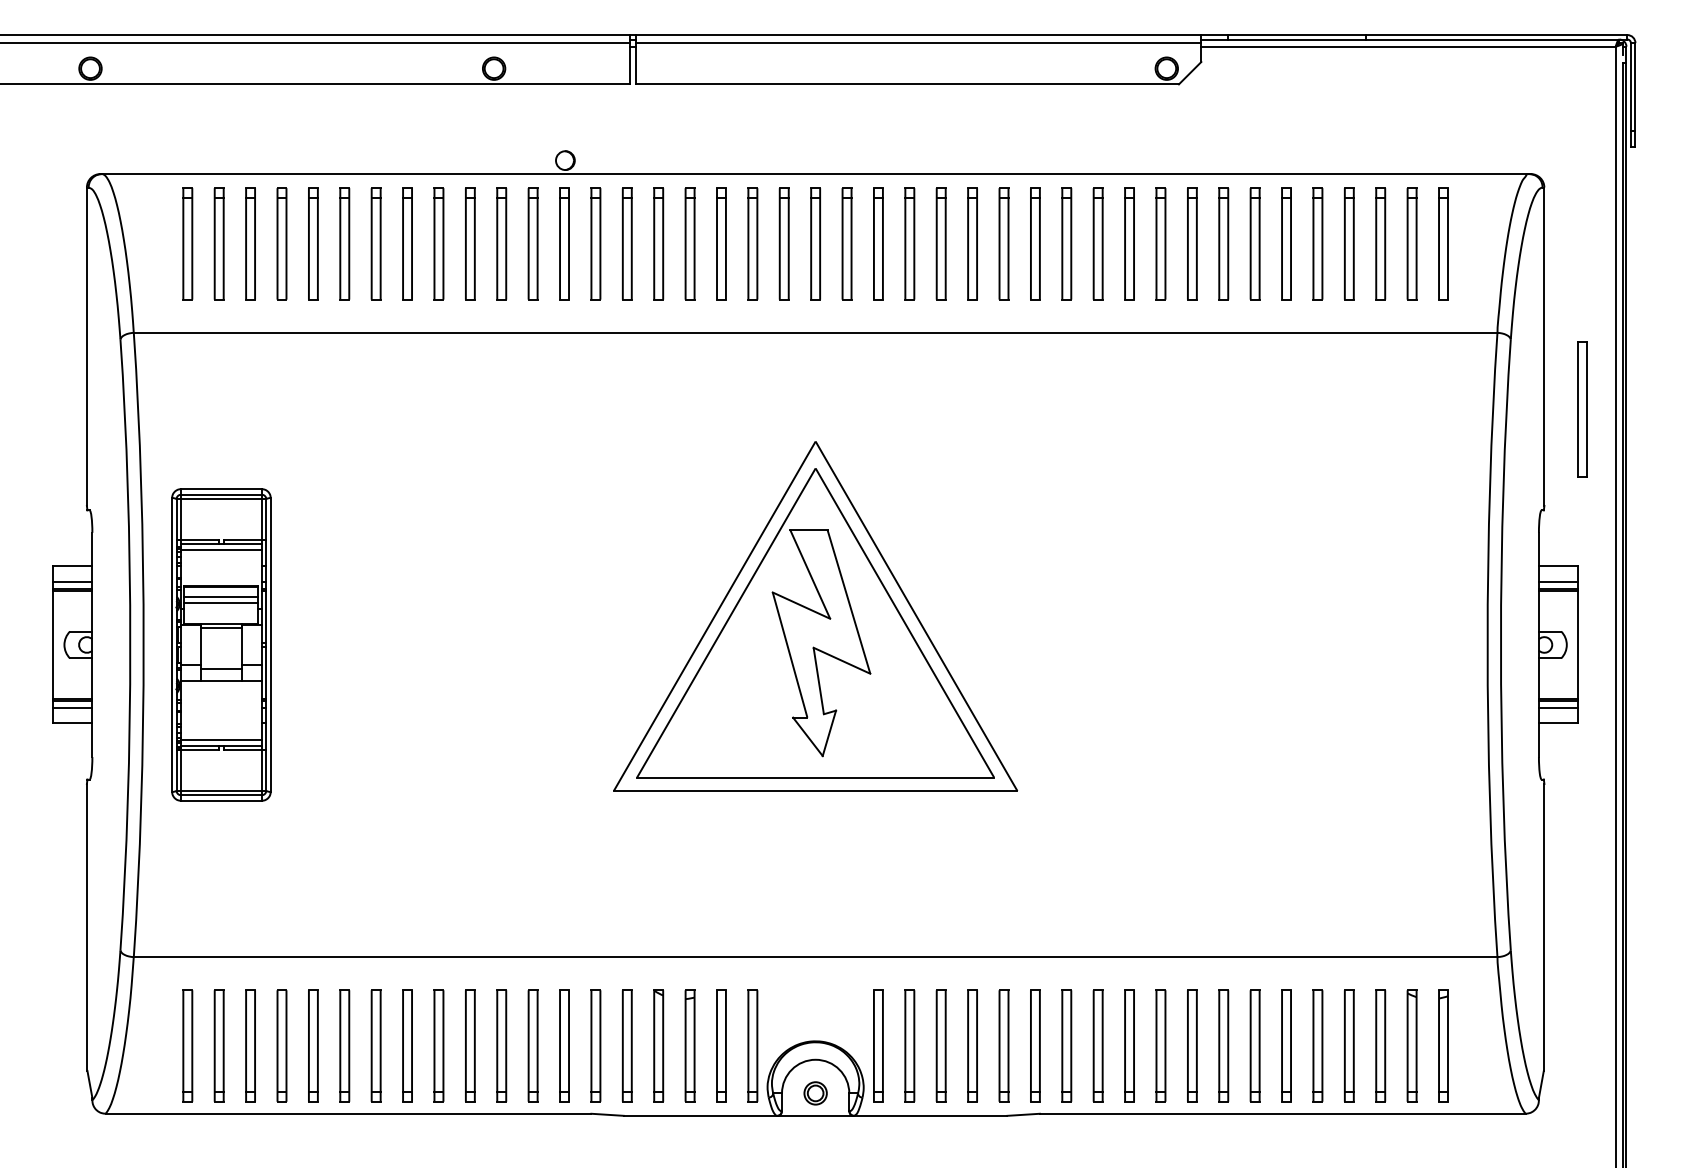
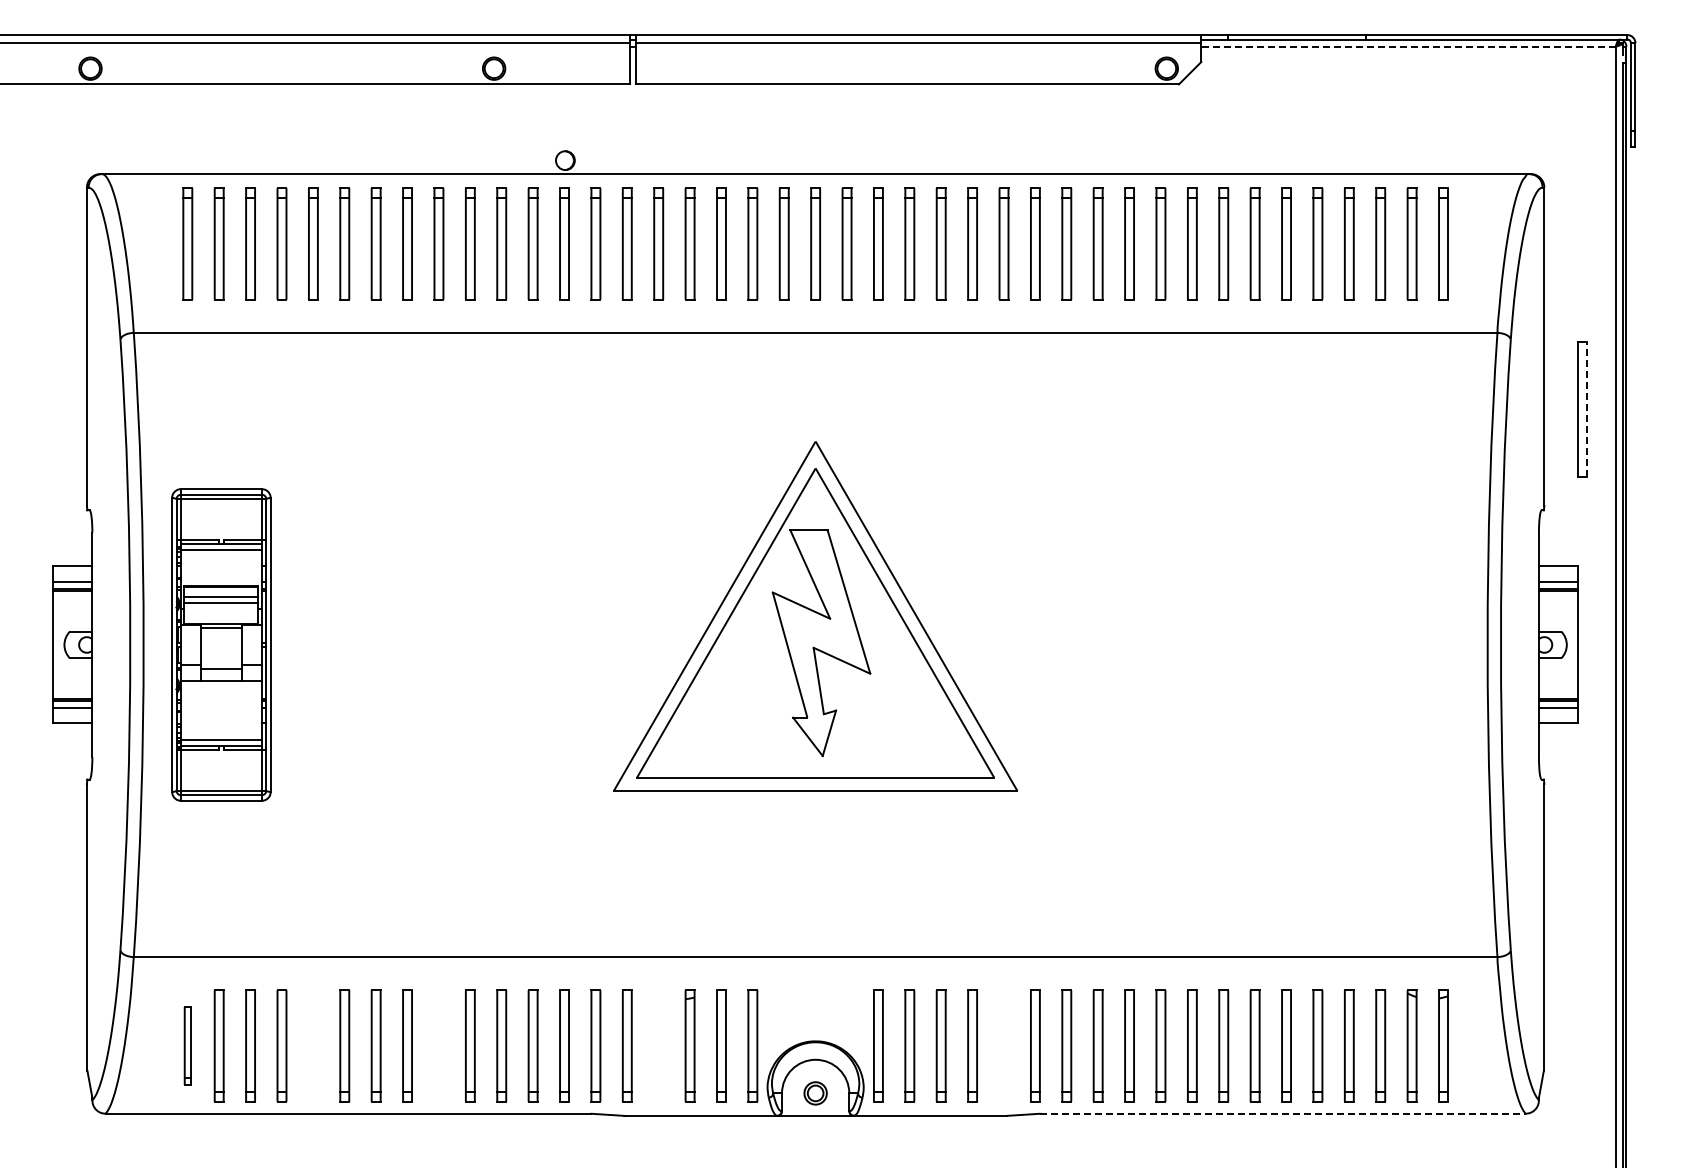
line at (1408, 46): solid -> dashed
line at (1587, 409): solid -> dashed
part at (187, 1045) size: 12x114 px -> 9x80 px
part at (313, 1045): present -> none
part at (438, 1045): present -> none
part at (658, 1045): present -> none
part at (1003, 1045): present -> none
line at (1282, 1113): solid -> dashed
